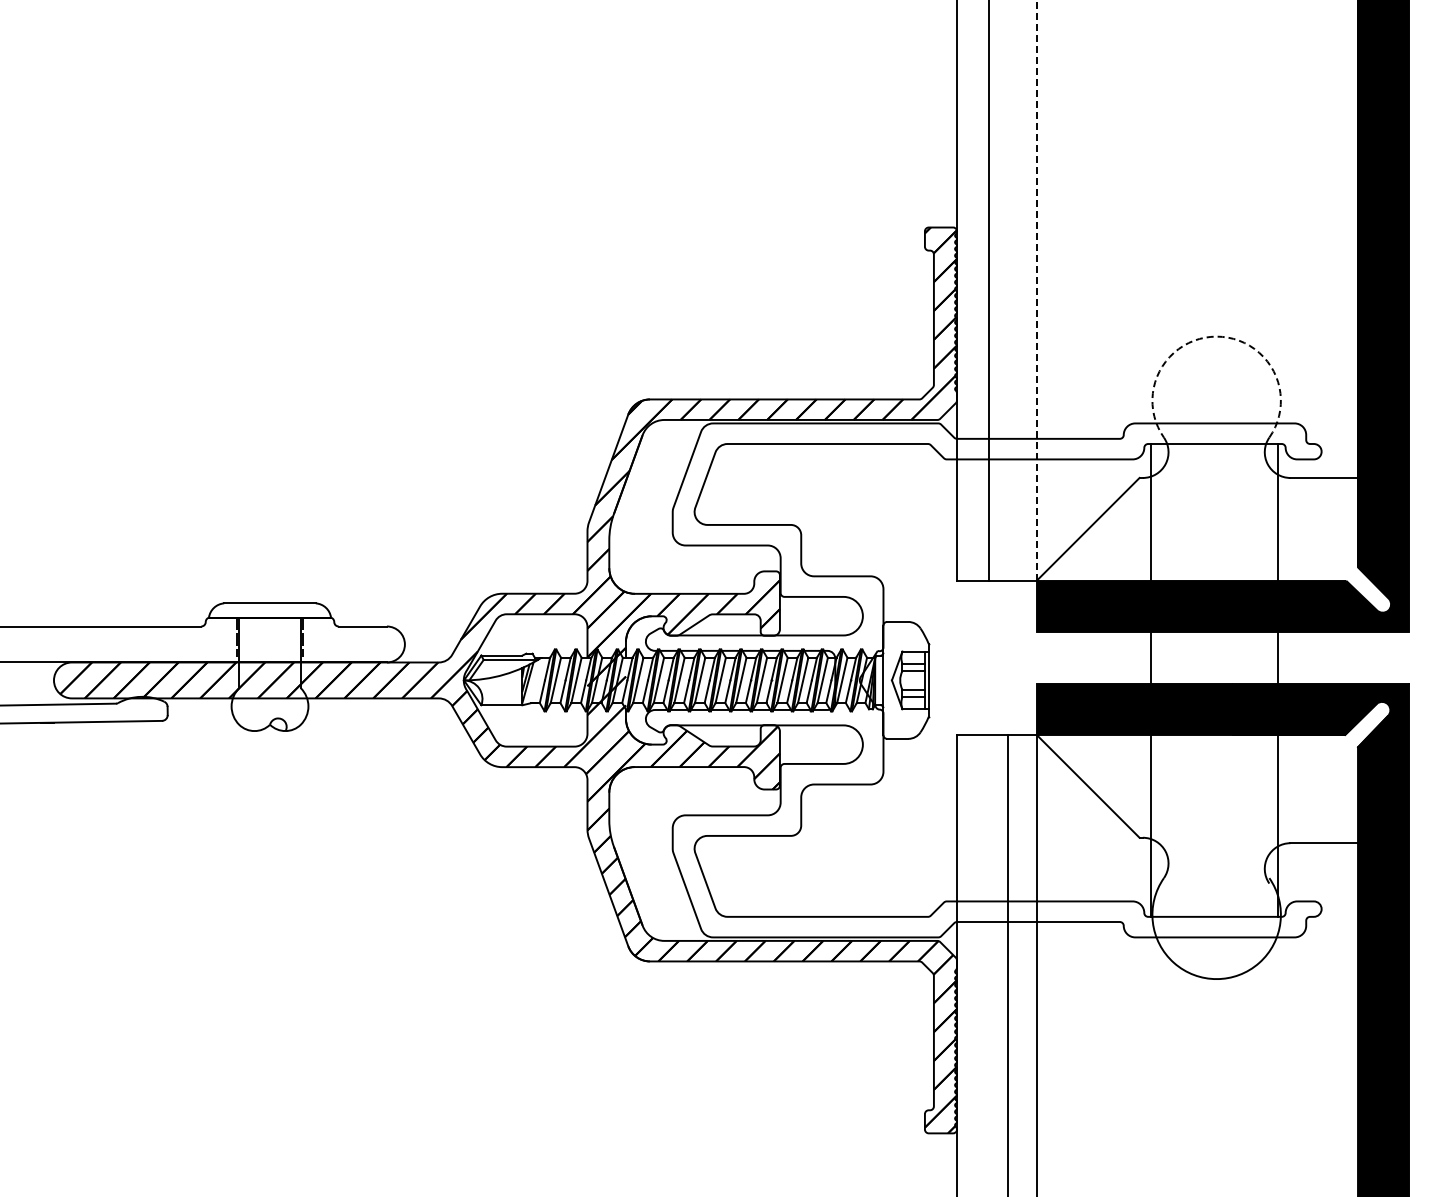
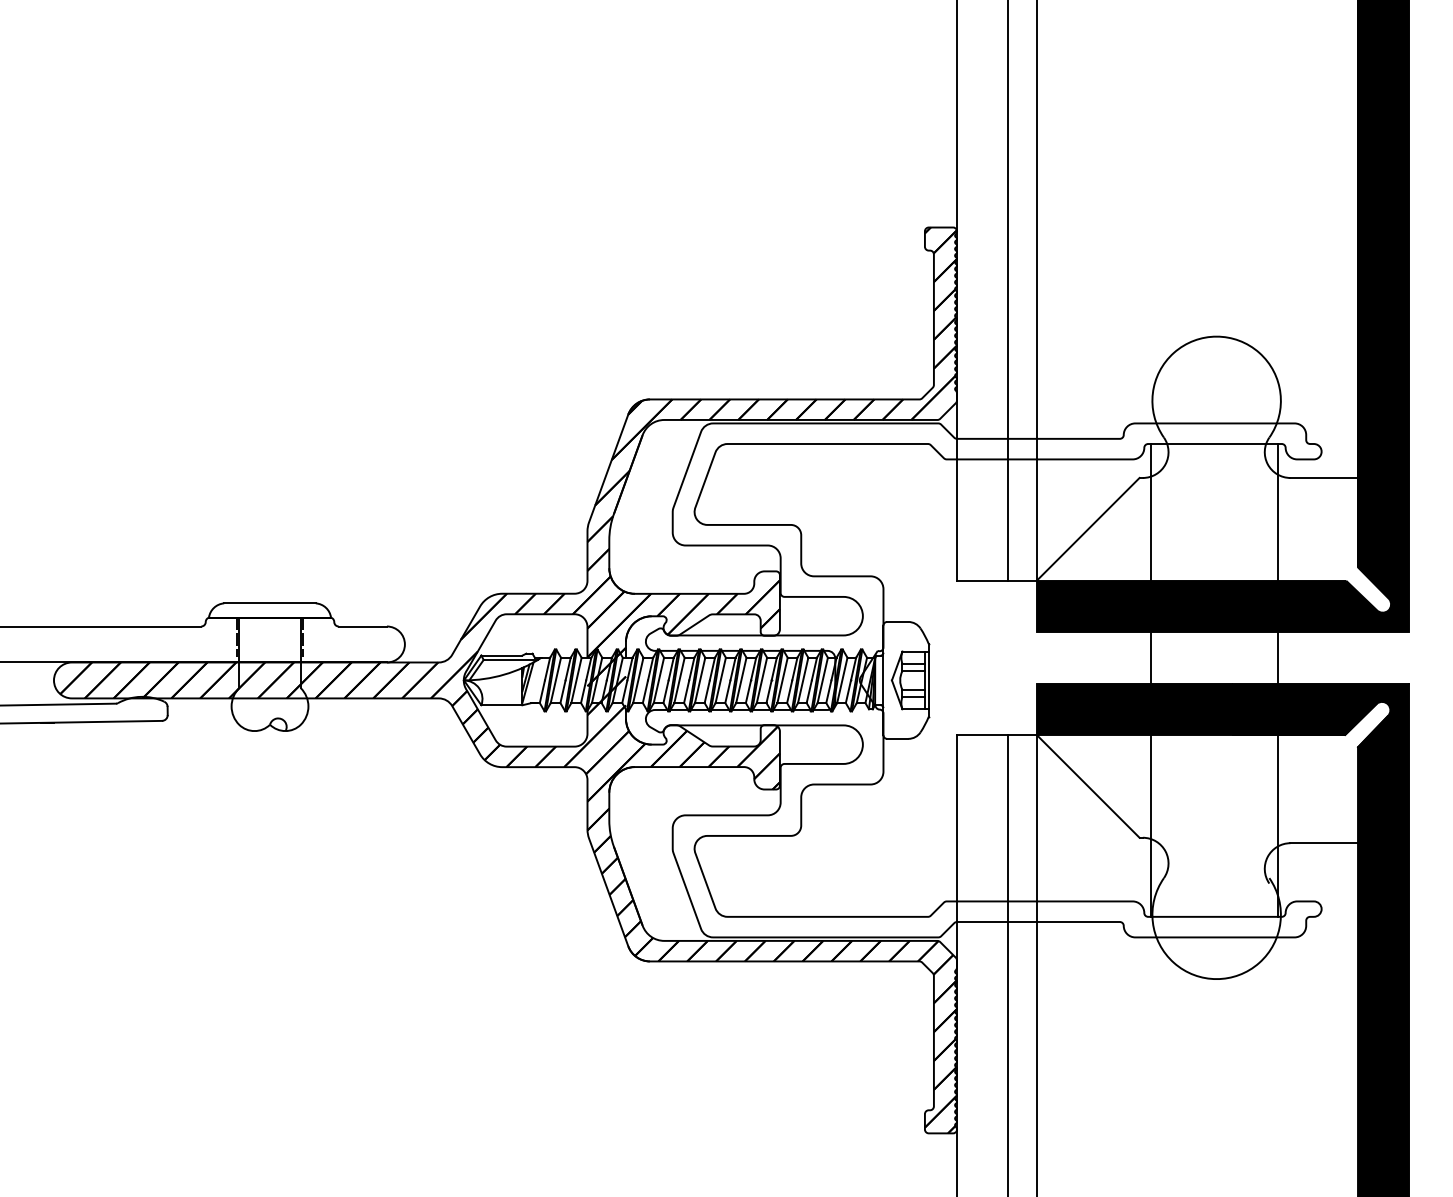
line at (1036, 290): dashed -> solid
line at (989, 291) position: (989, 291) -> (1008, 291)
arc at (1216, 336): dashed -> solid
